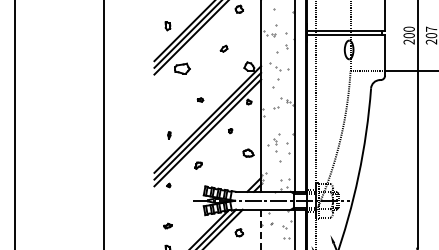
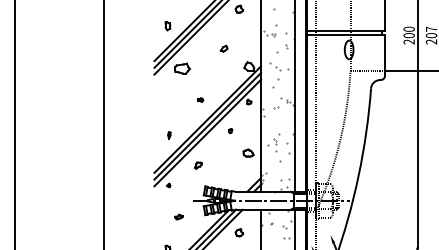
part at (167, 225) position: (167, 225) -> (178, 216)
line at (261, 229): dashed -> solid
